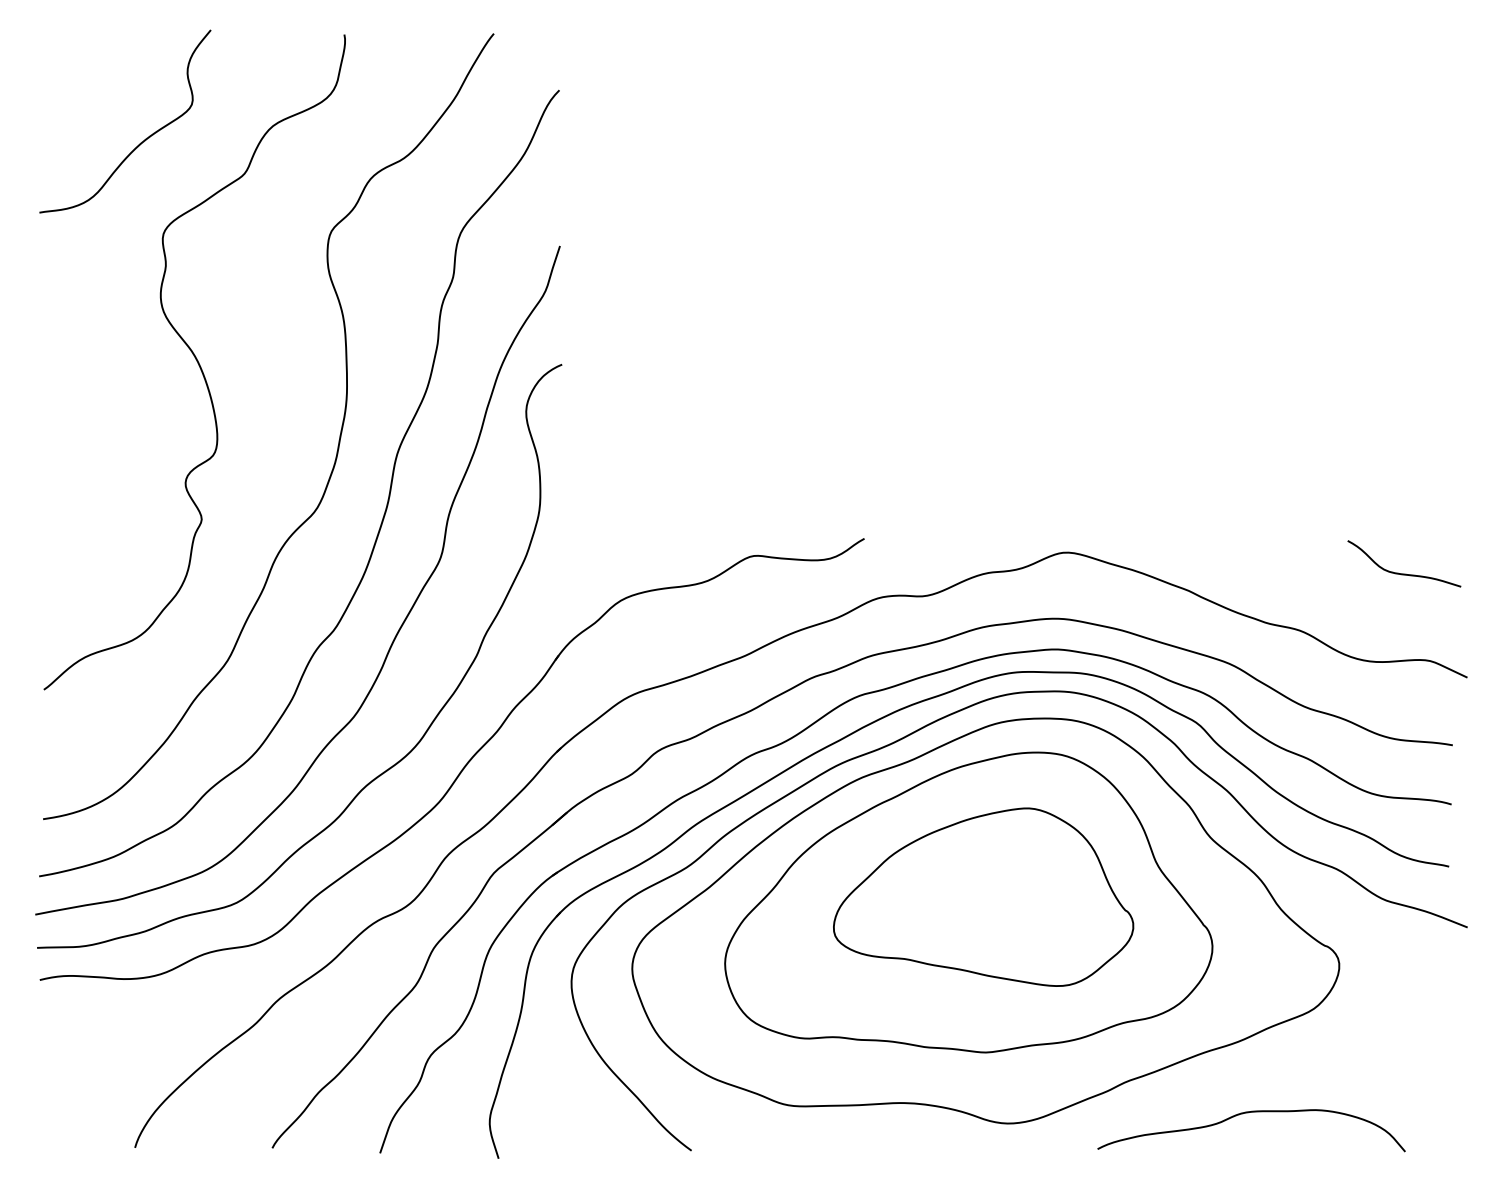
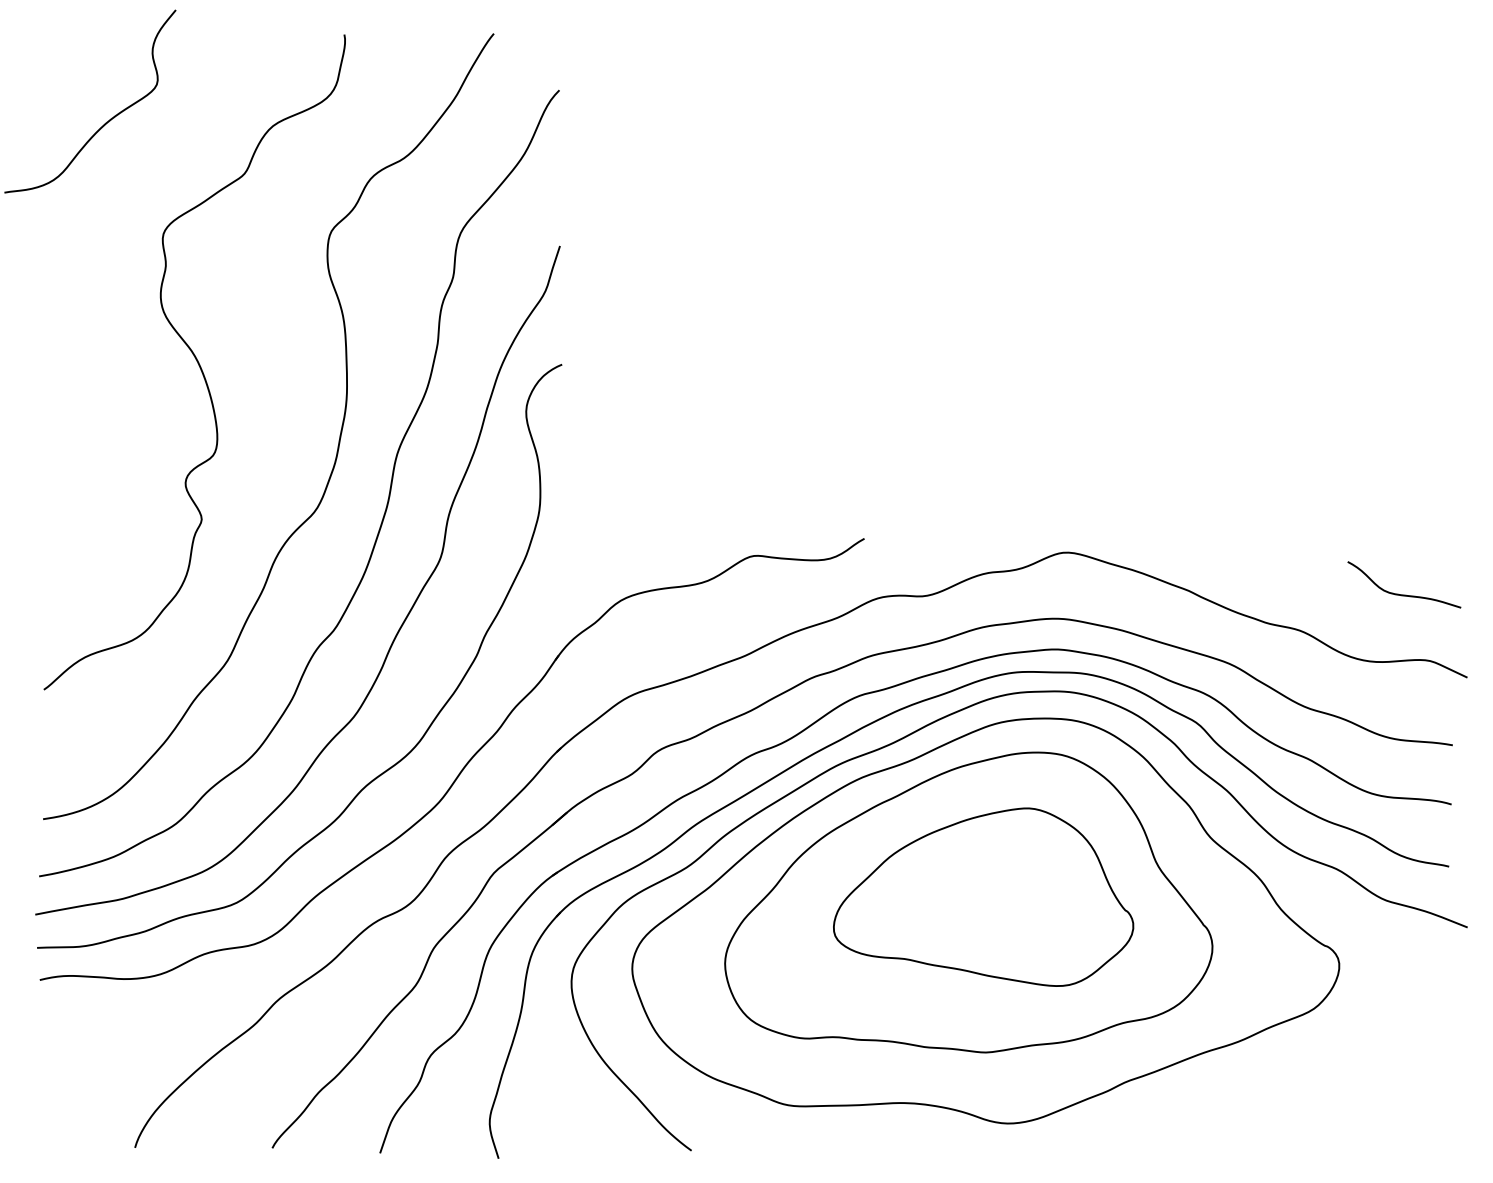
curve at (140, 142) position: (140, 142) -> (105, 122)
curve at (1404, 573) position: (1404, 573) -> (1404, 594)
curve at (1248, 1113): present -> none
